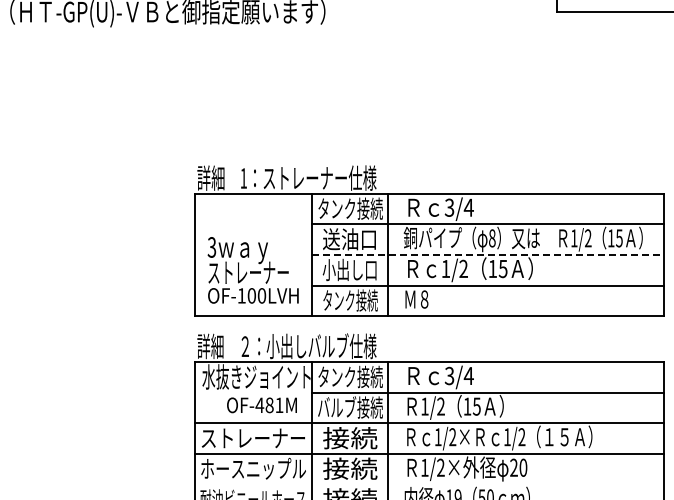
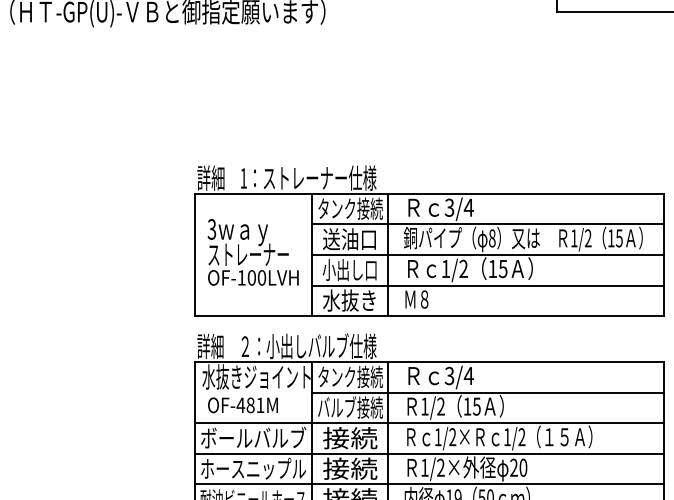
line at (487, 254): dashed -> solid
text at (252, 270) position: (252, 270) -> (252, 252)
text at (350, 300): タンク接続 -> 水抜き
text at (261, 405) position: (261, 405) -> (242, 405)
text at (253, 437): ストレーナー -> ボールバルブ
line at (428, 484): none -> present
